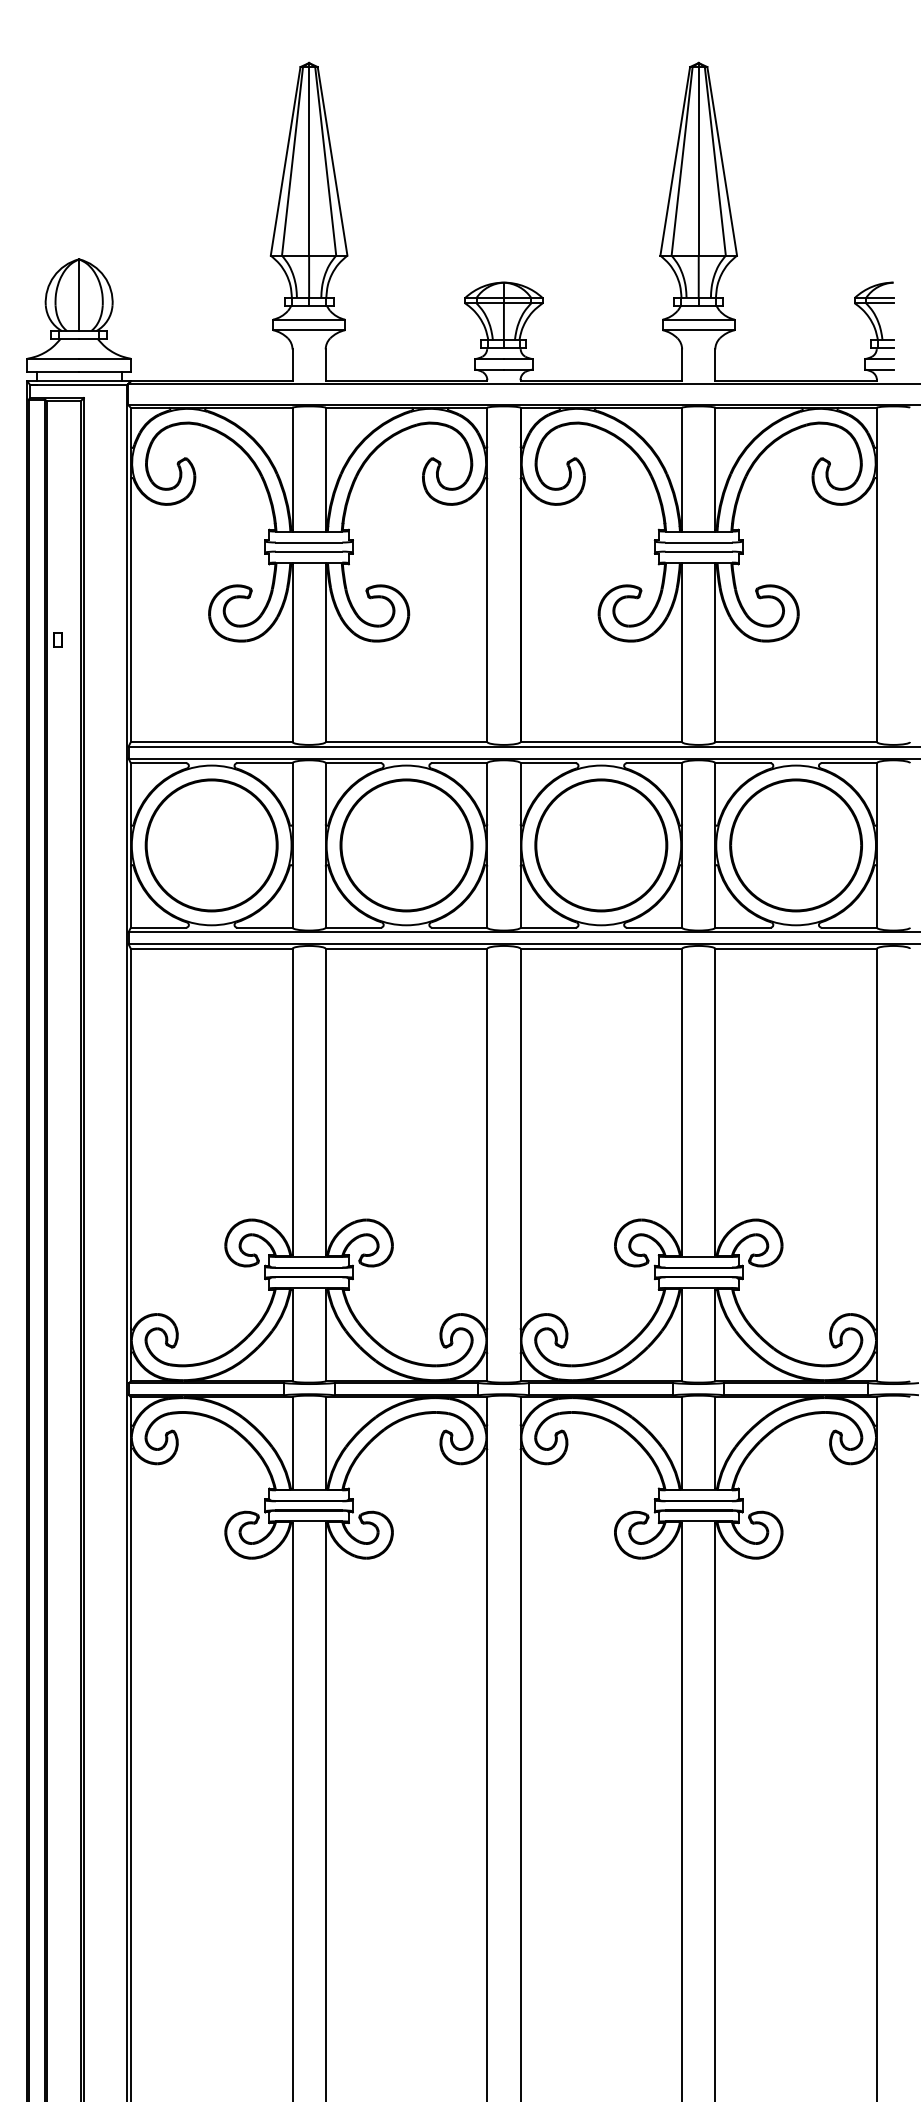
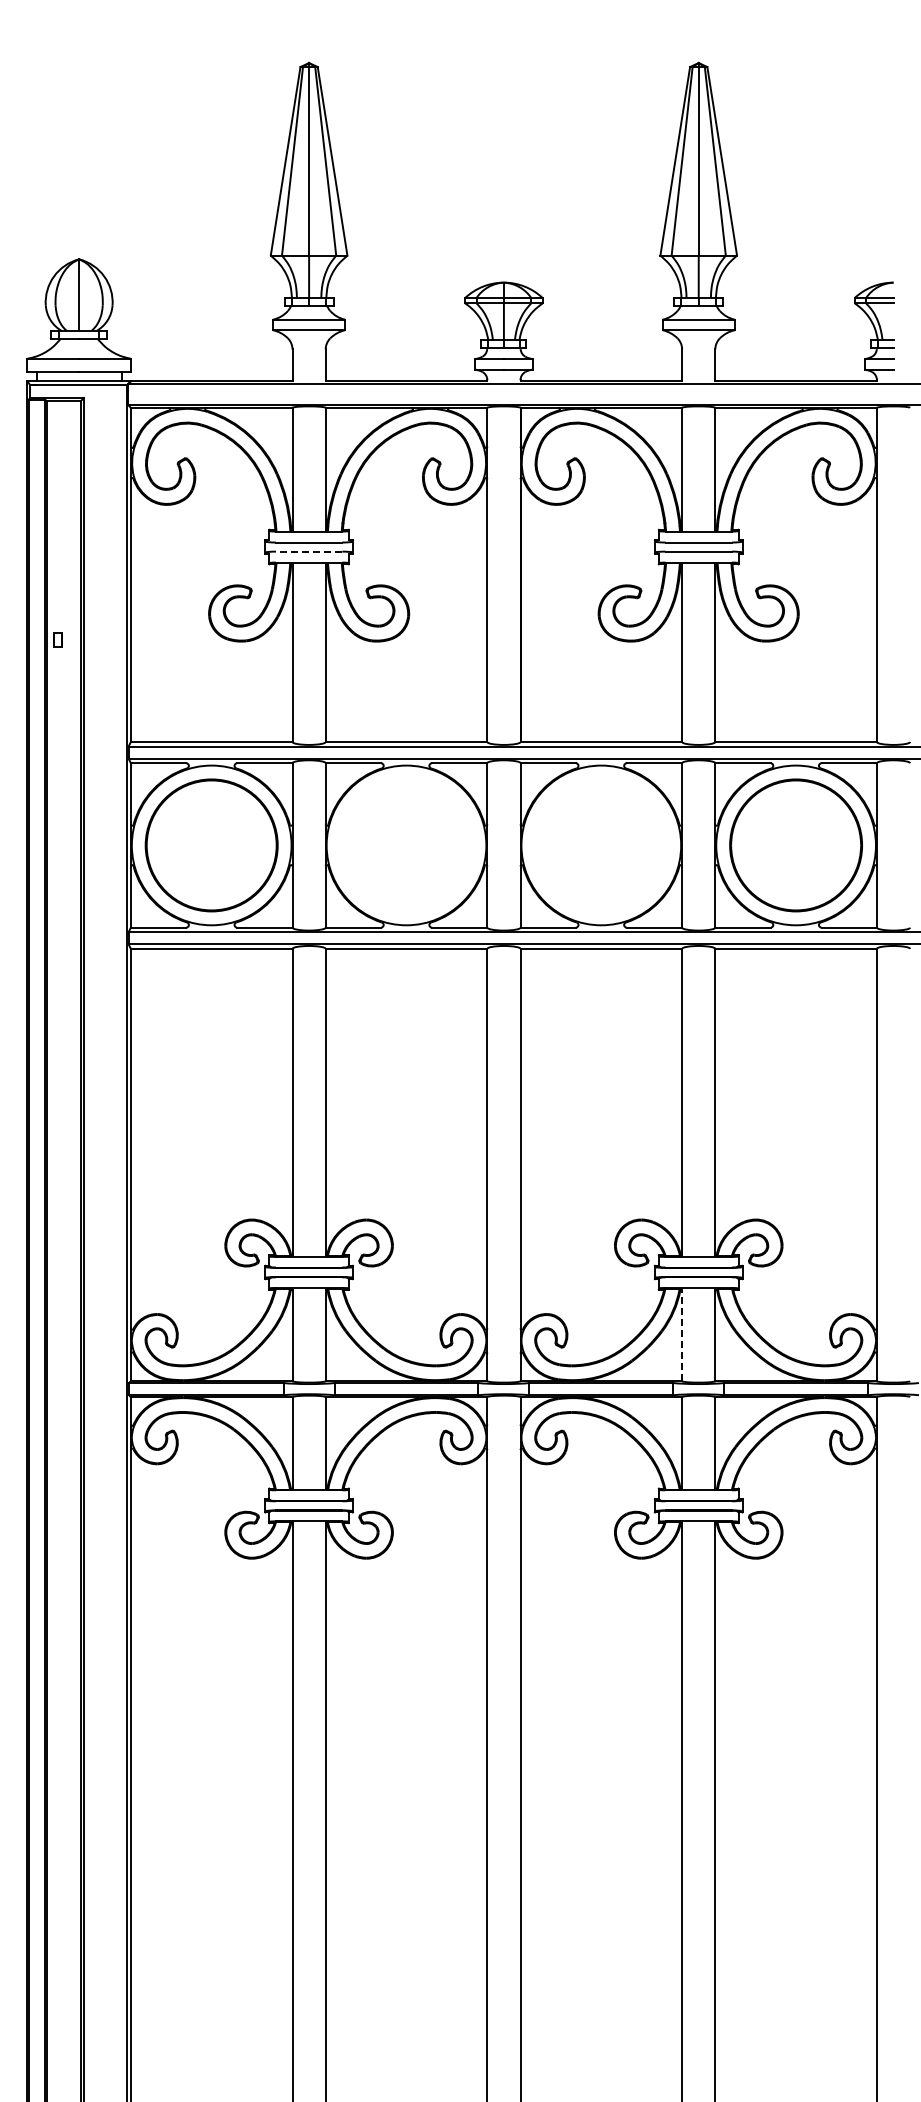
line at (308, 551): solid -> dashed
circle at (406, 845): present -> none
circle at (601, 845): present -> none
line at (682, 1335): solid -> dashed
